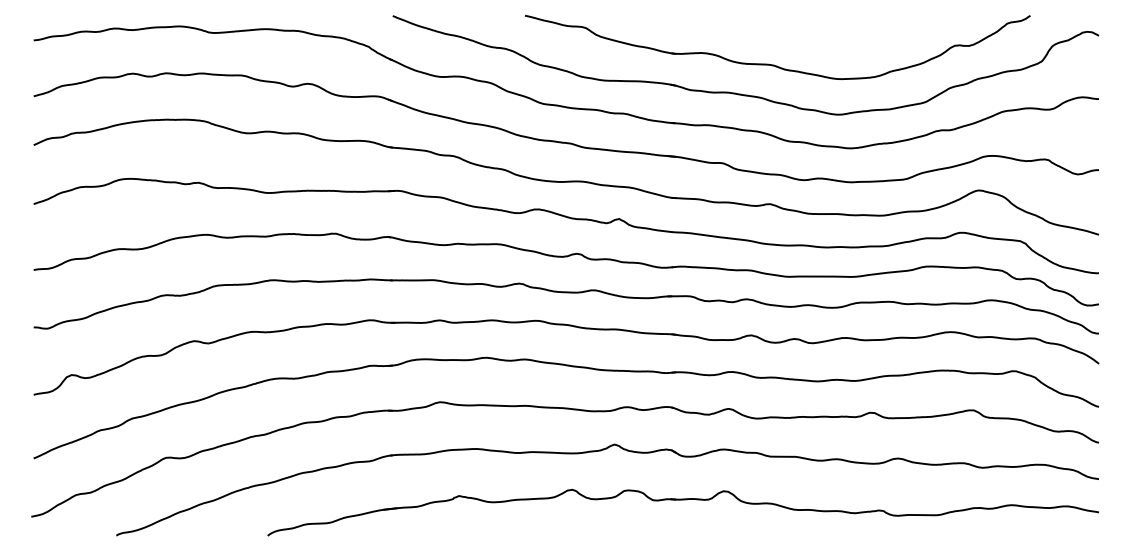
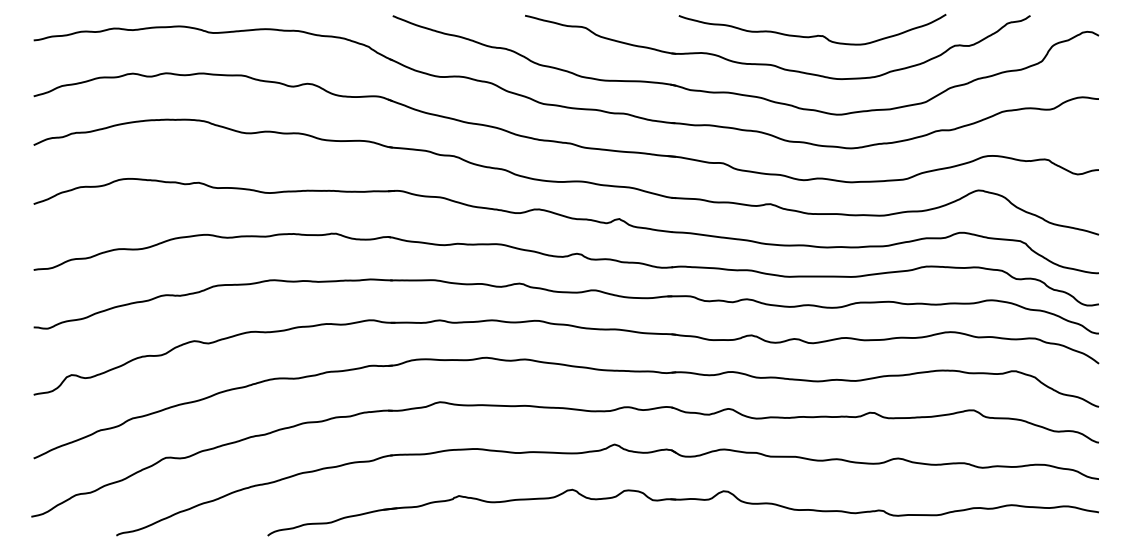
curve at (812, 35): none -> present
